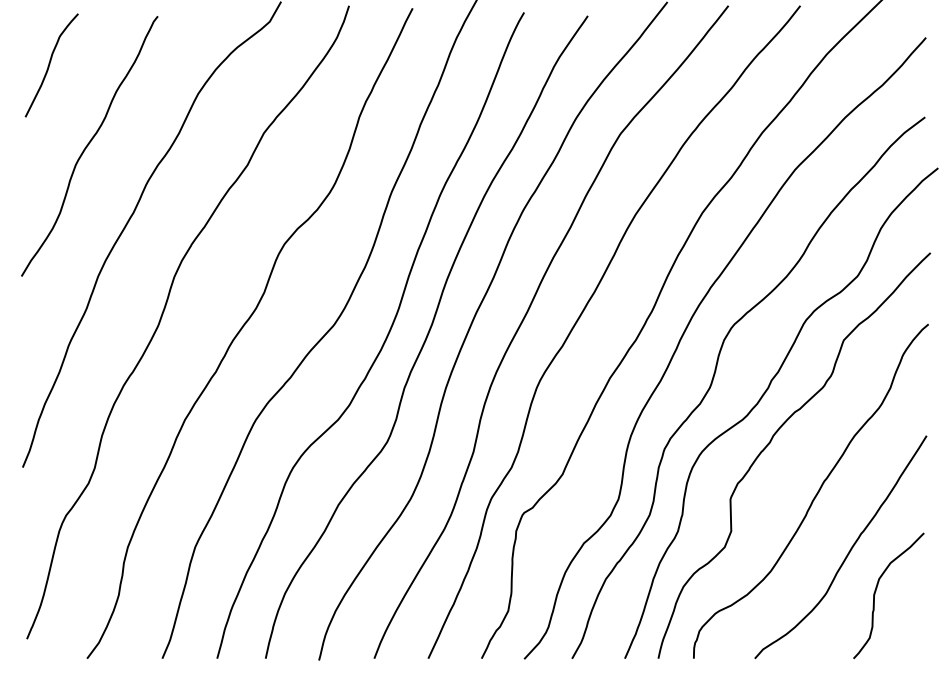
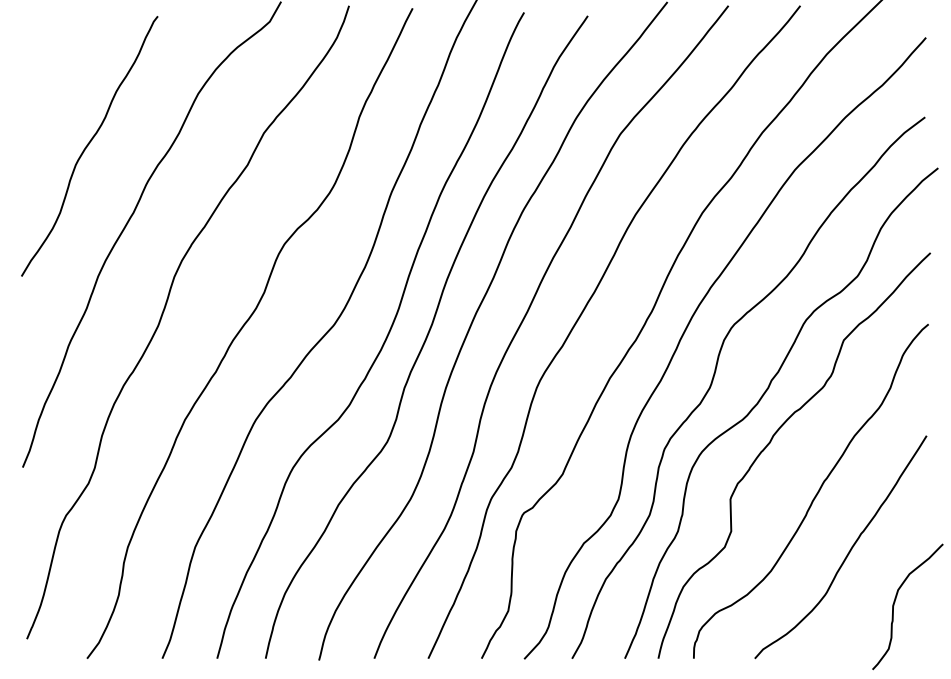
curve at (50, 64): present -> none
curve at (876, 591) position: (876, 591) -> (895, 602)
